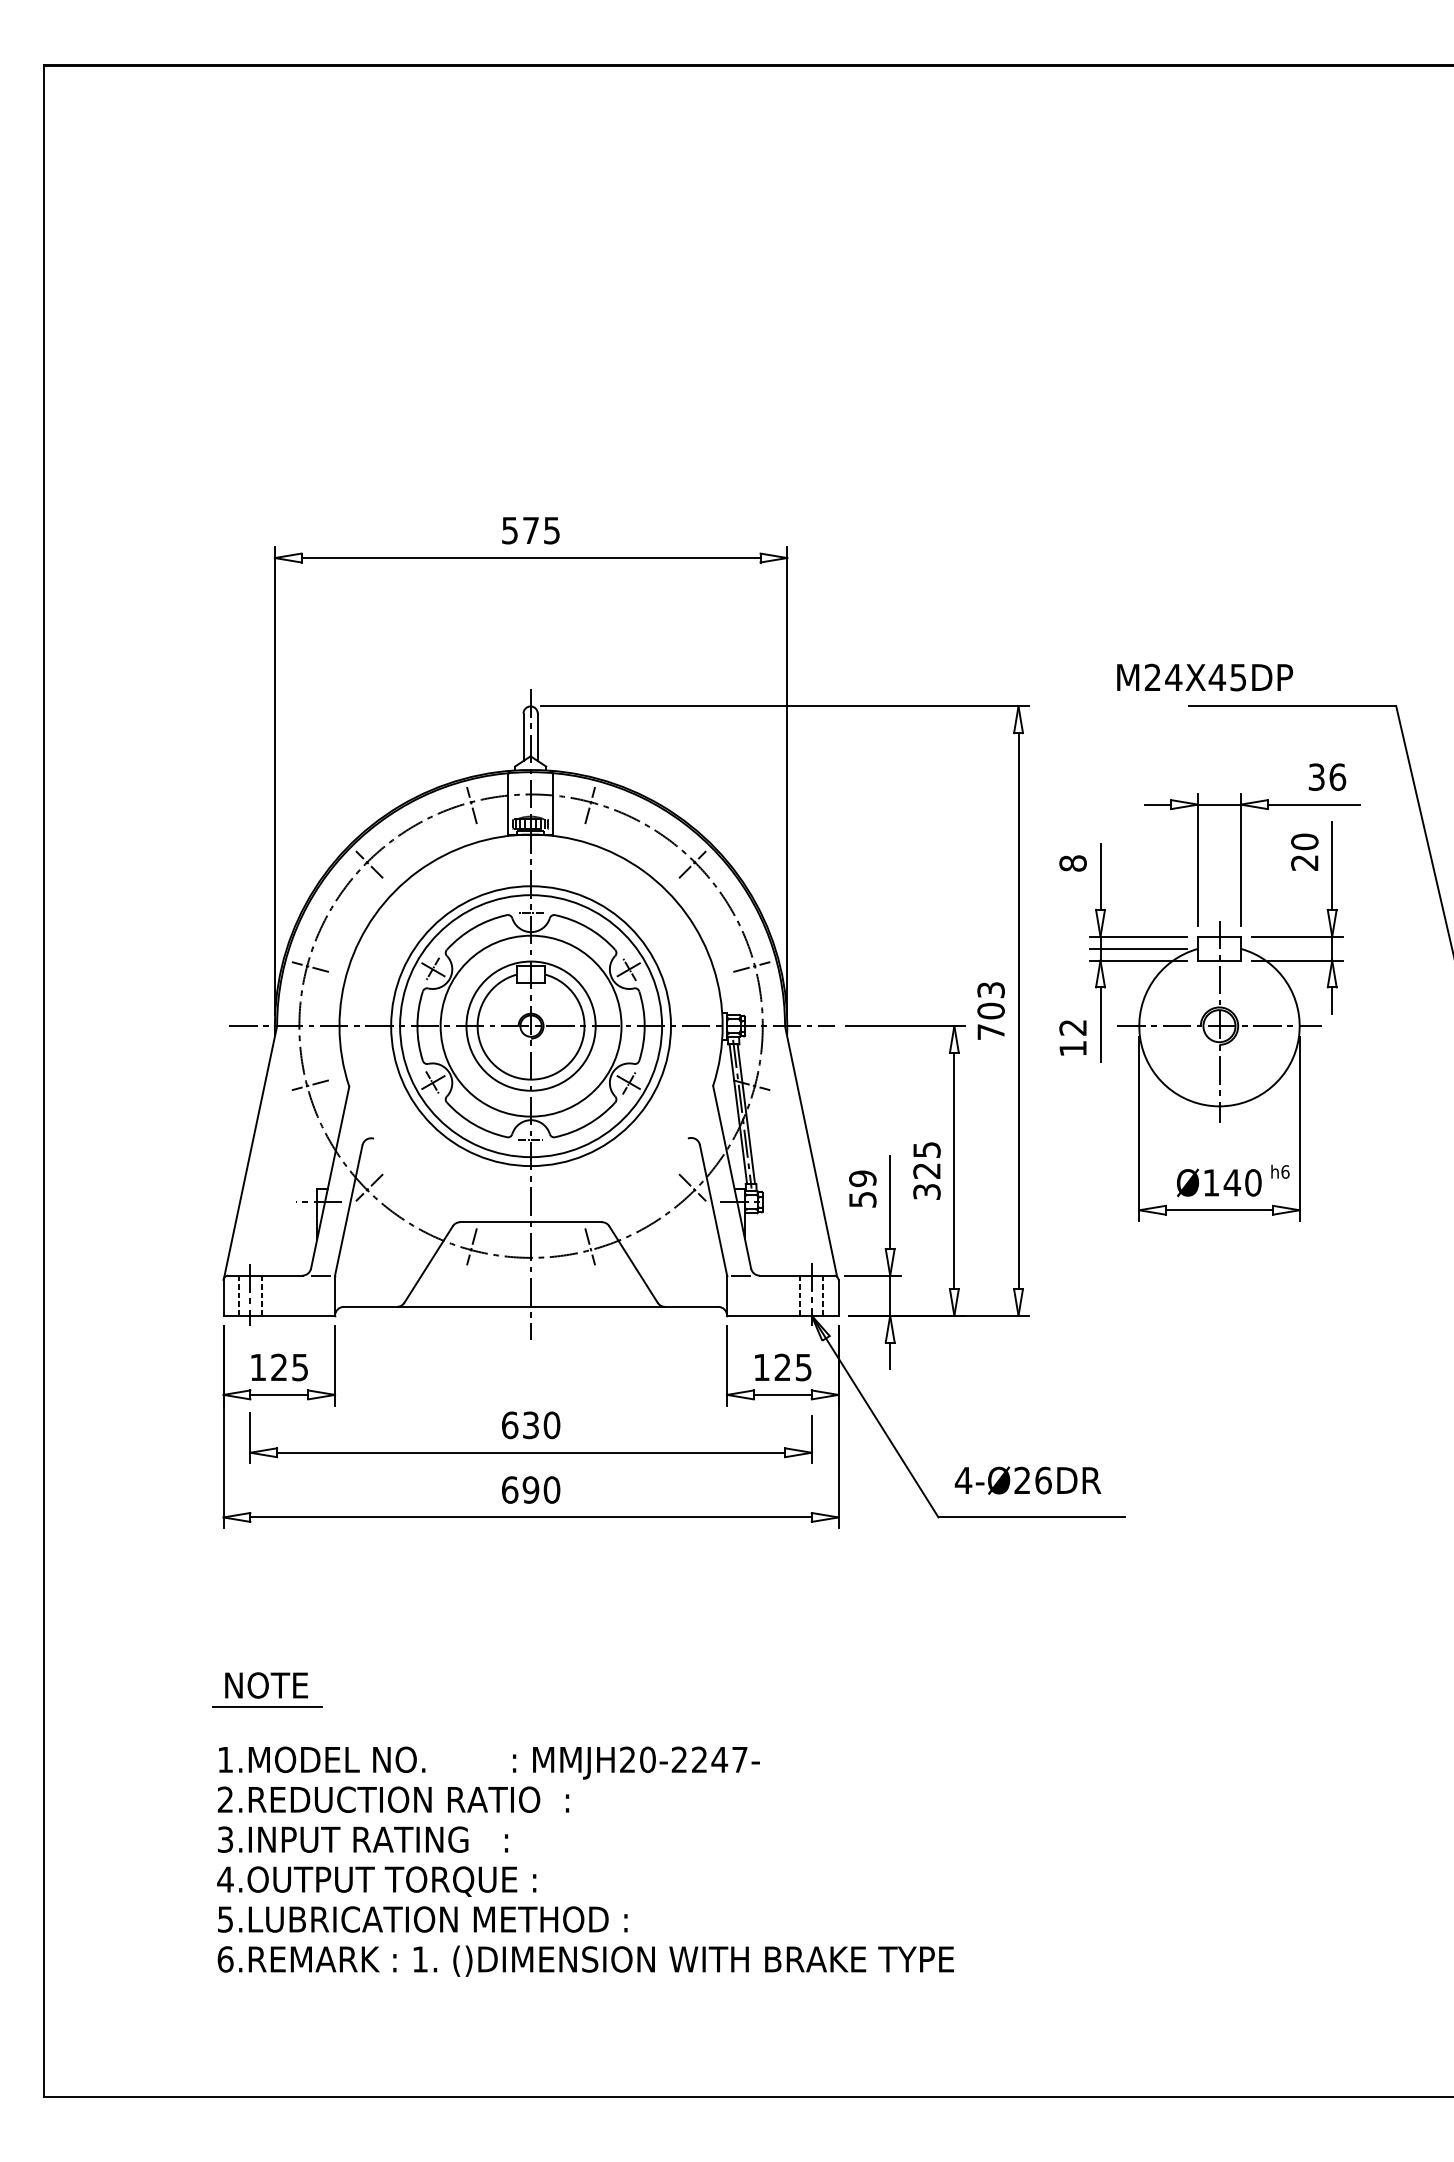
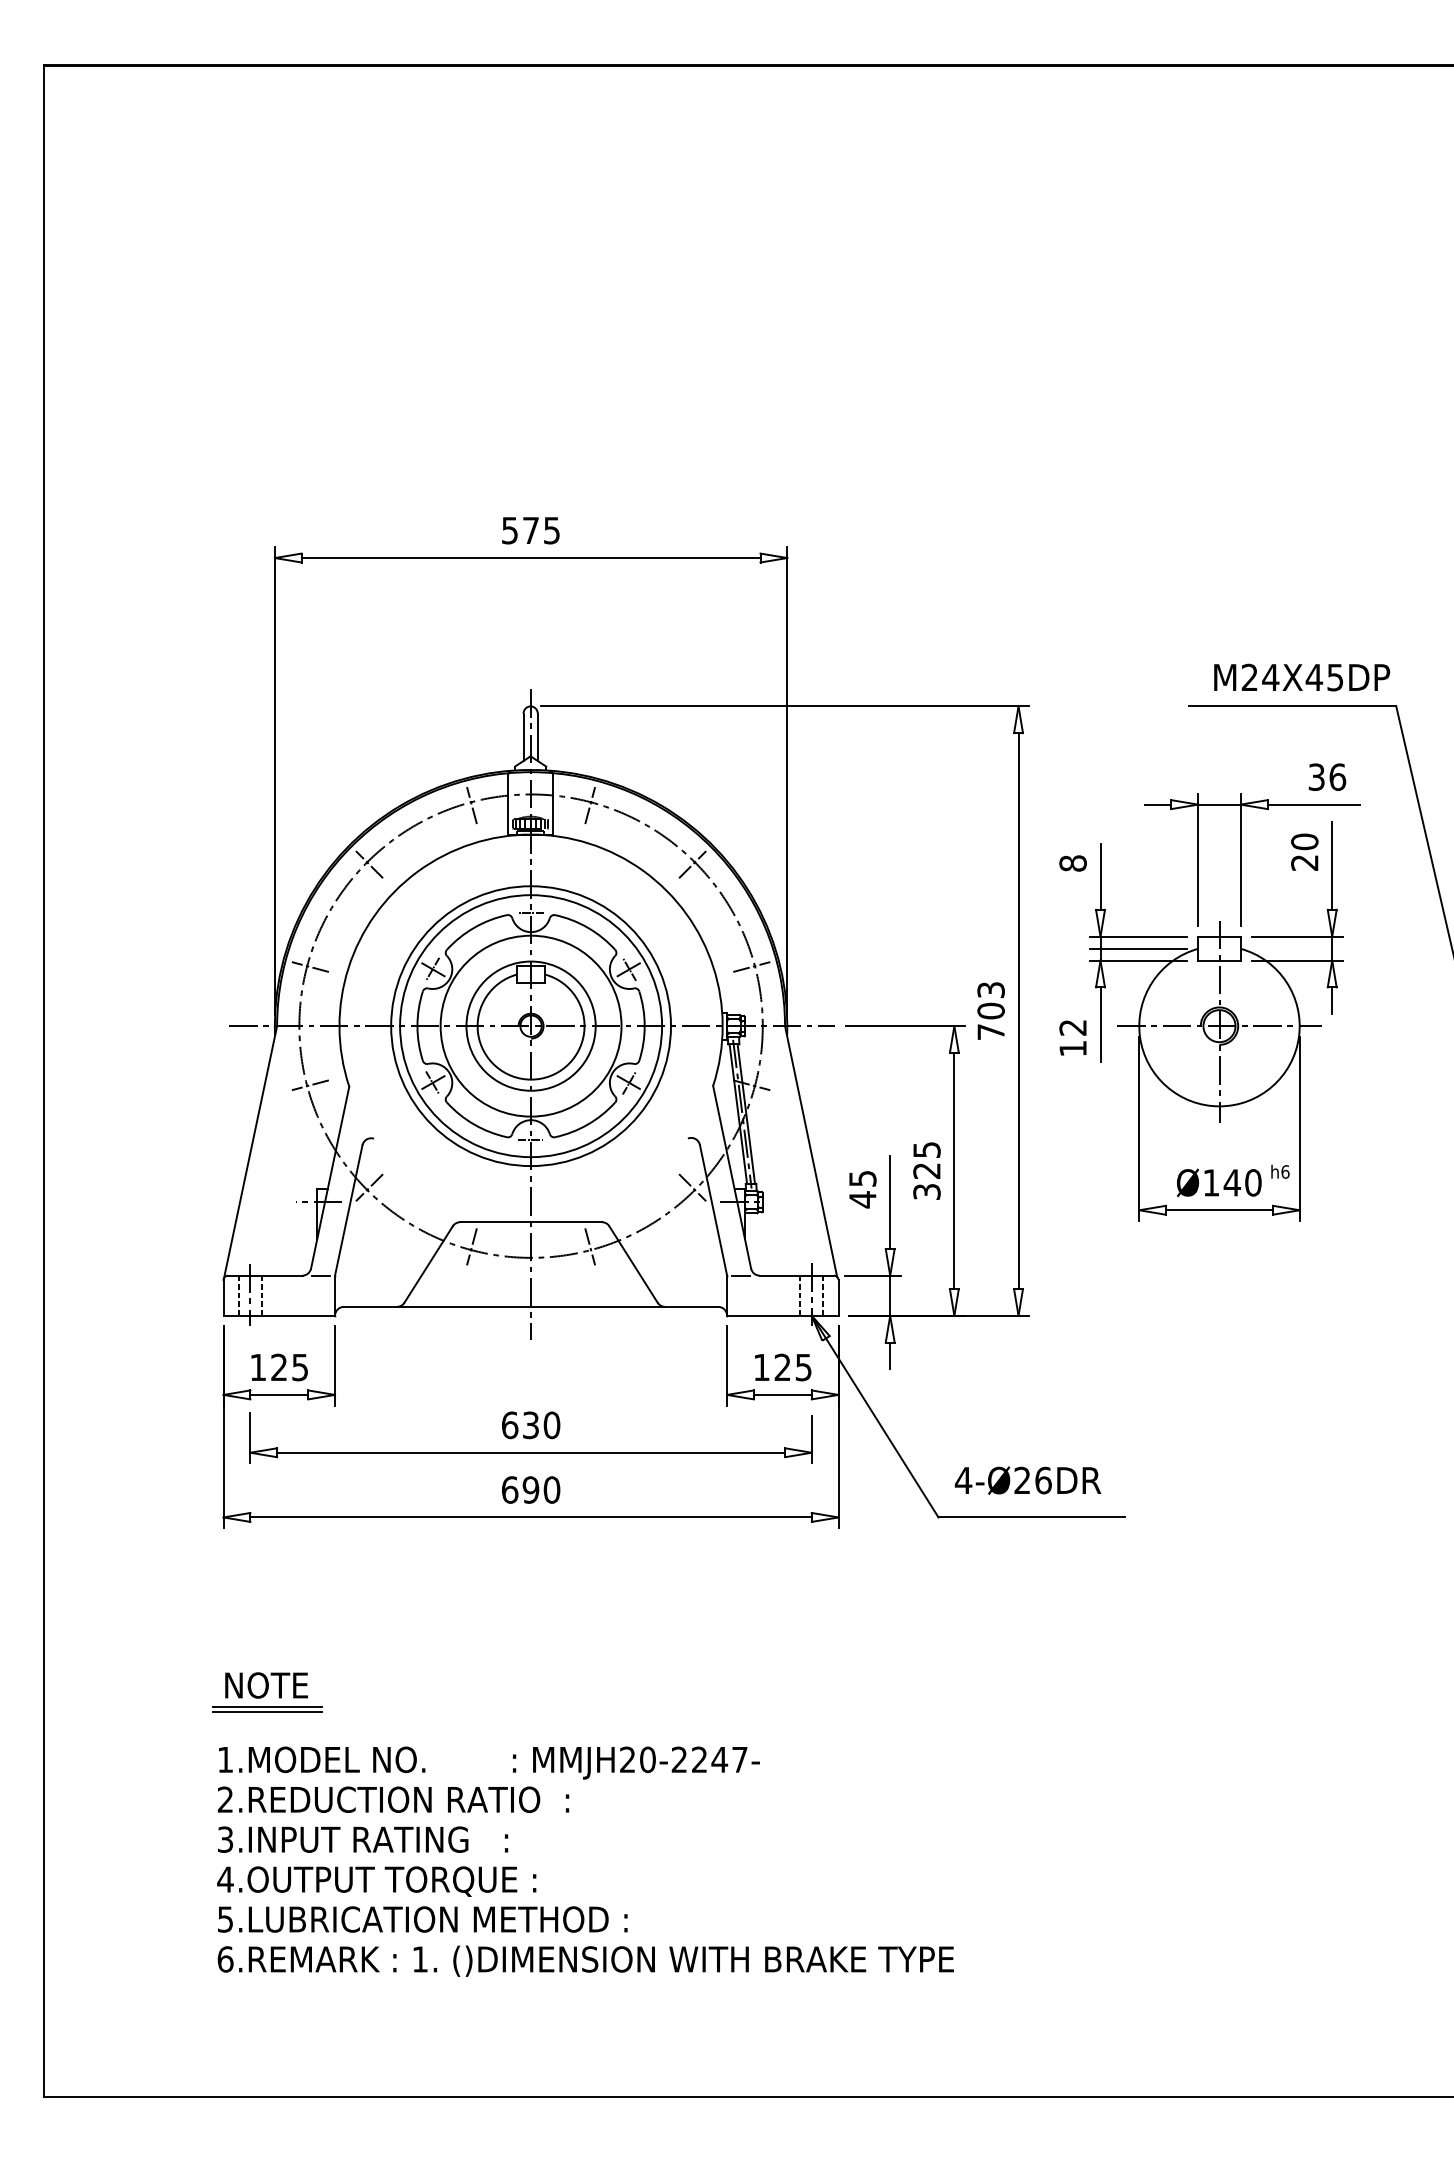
text at (1205, 677) position: (1205, 677) -> (1302, 677)
text at (862, 1189): 59 -> 45
line at (267, 1712): none -> present
